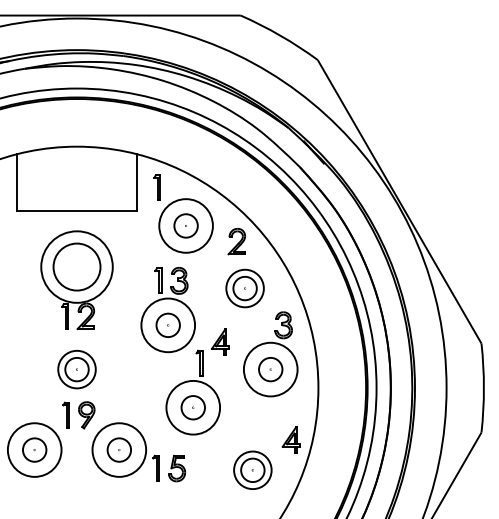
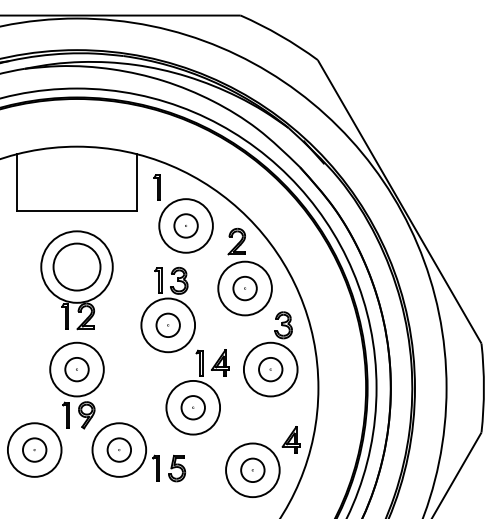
circle at (244, 288) diameter: 38 px -> 54 px
part at (220, 341) position: (220, 341) -> (220, 362)
circle at (76, 369) diameter: 38 px -> 54 px
circle at (252, 470) diameter: 38 px -> 54 px
